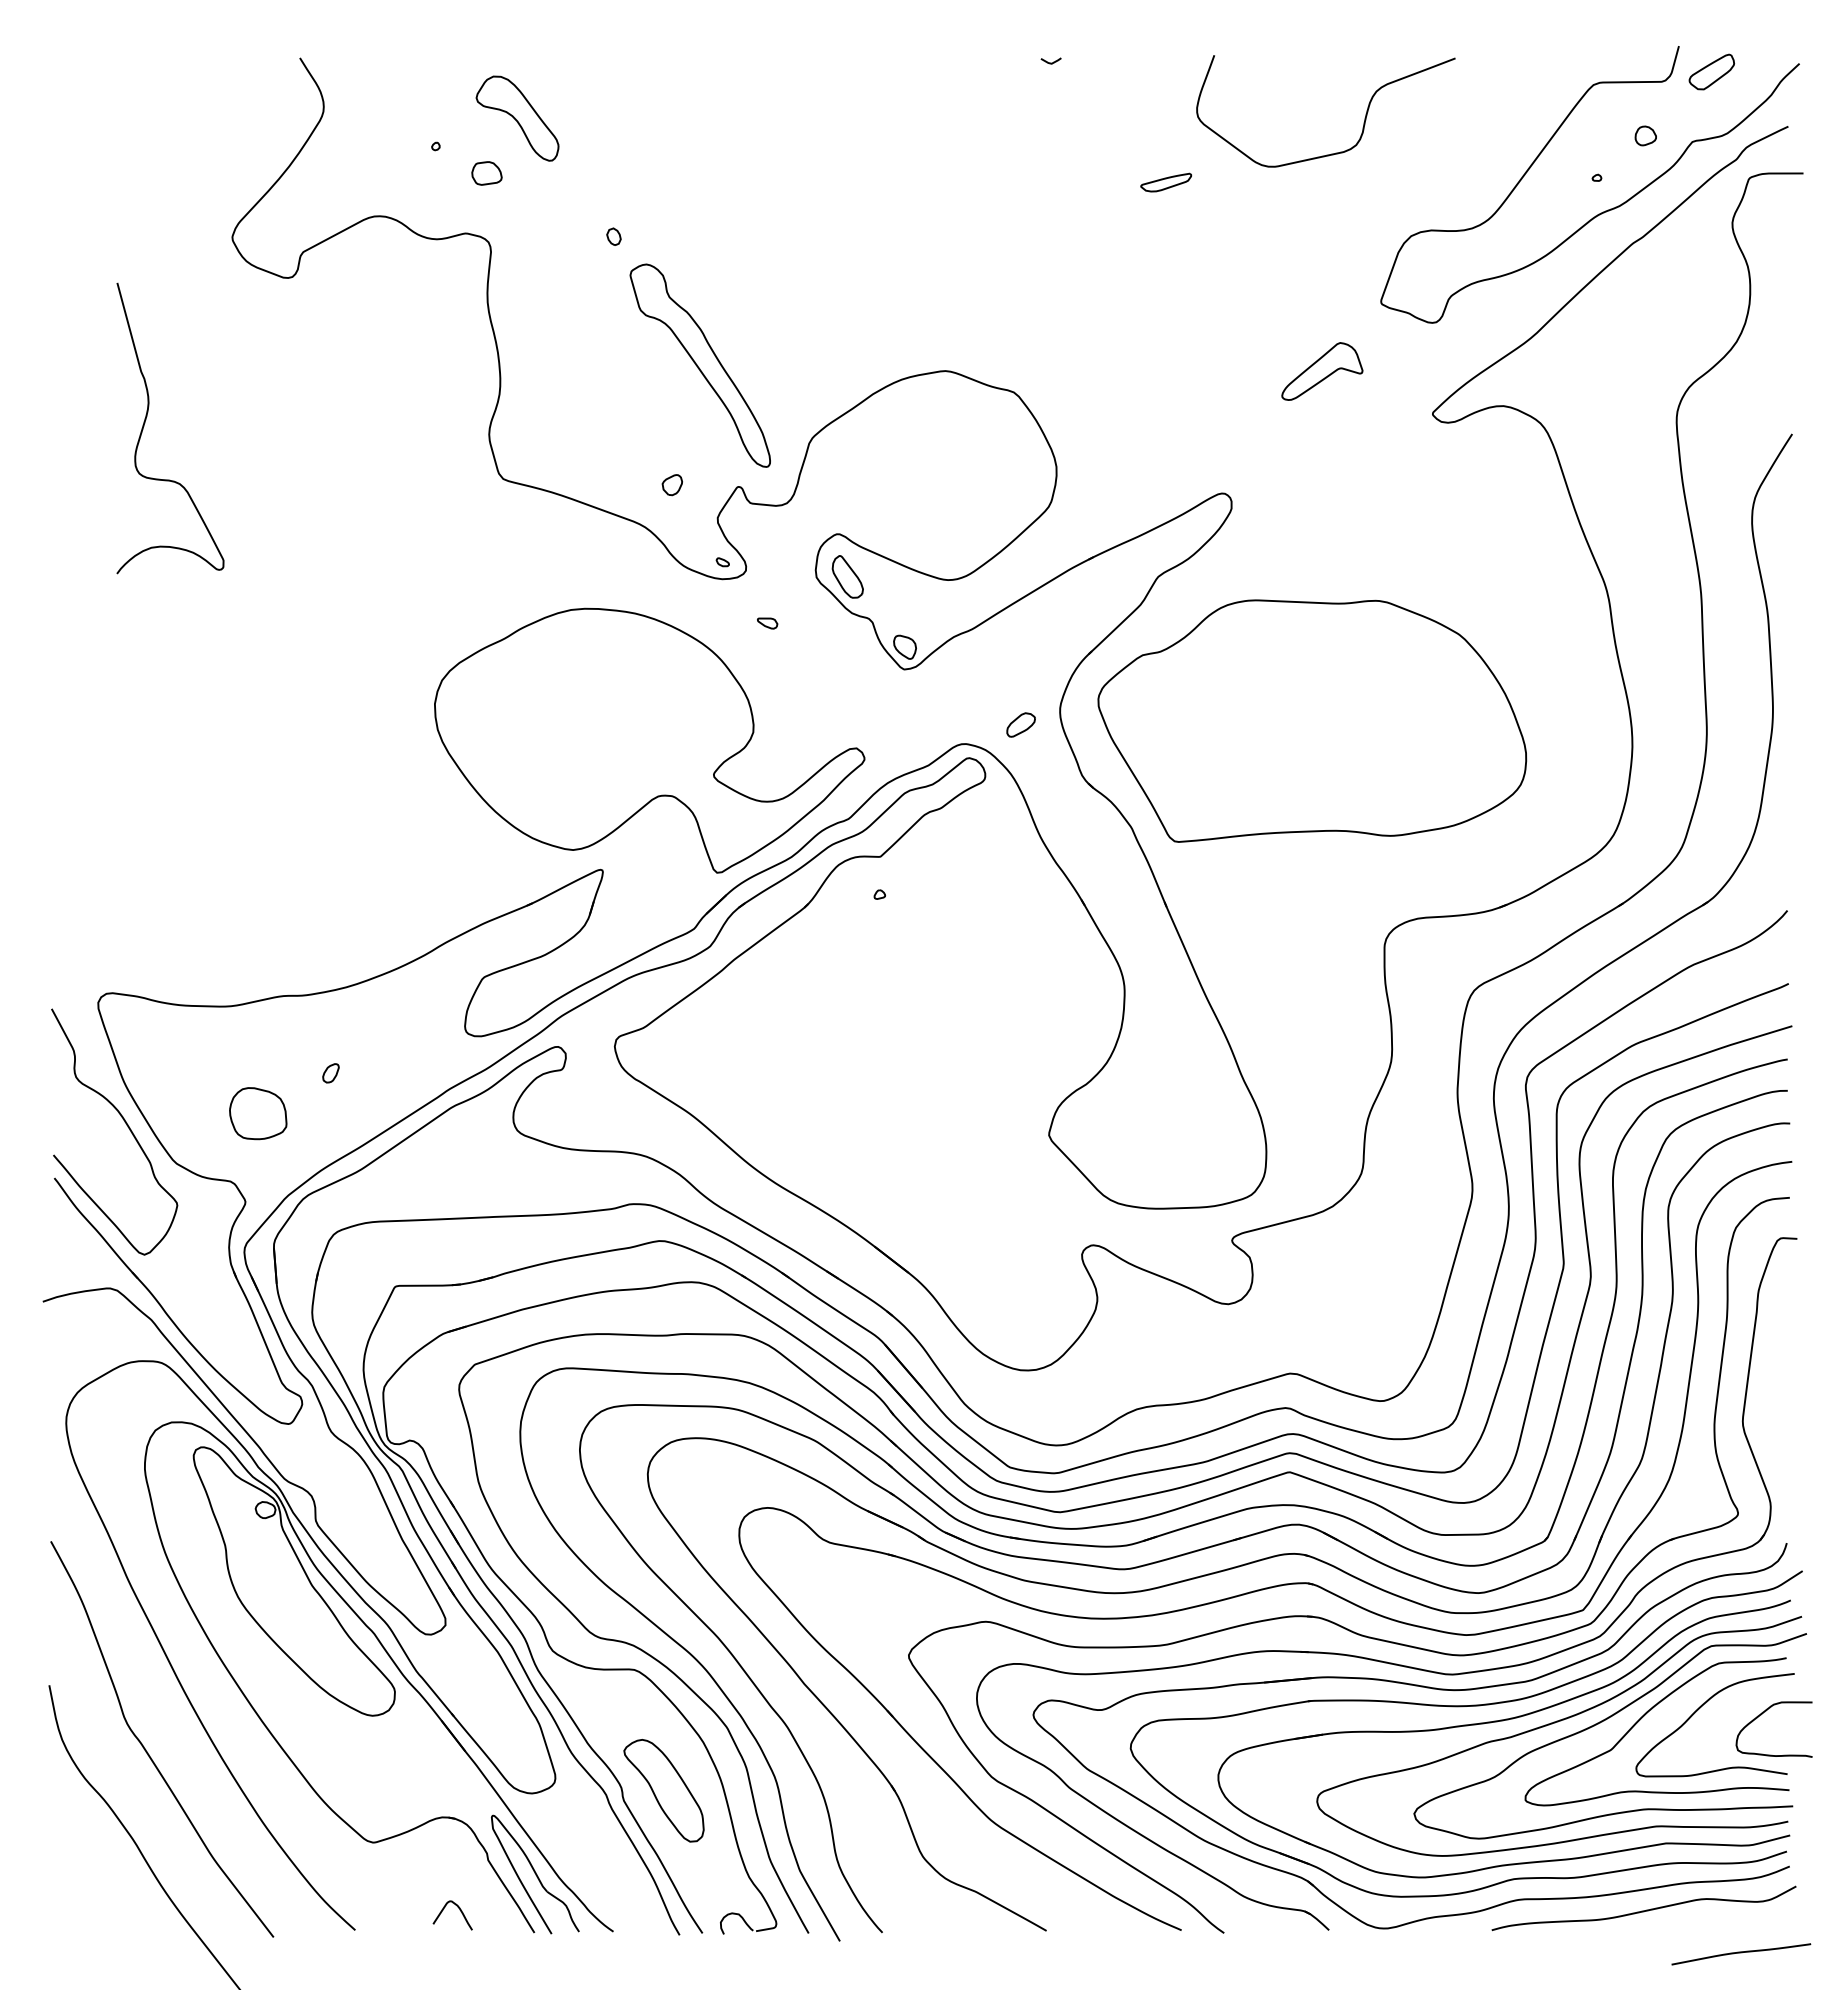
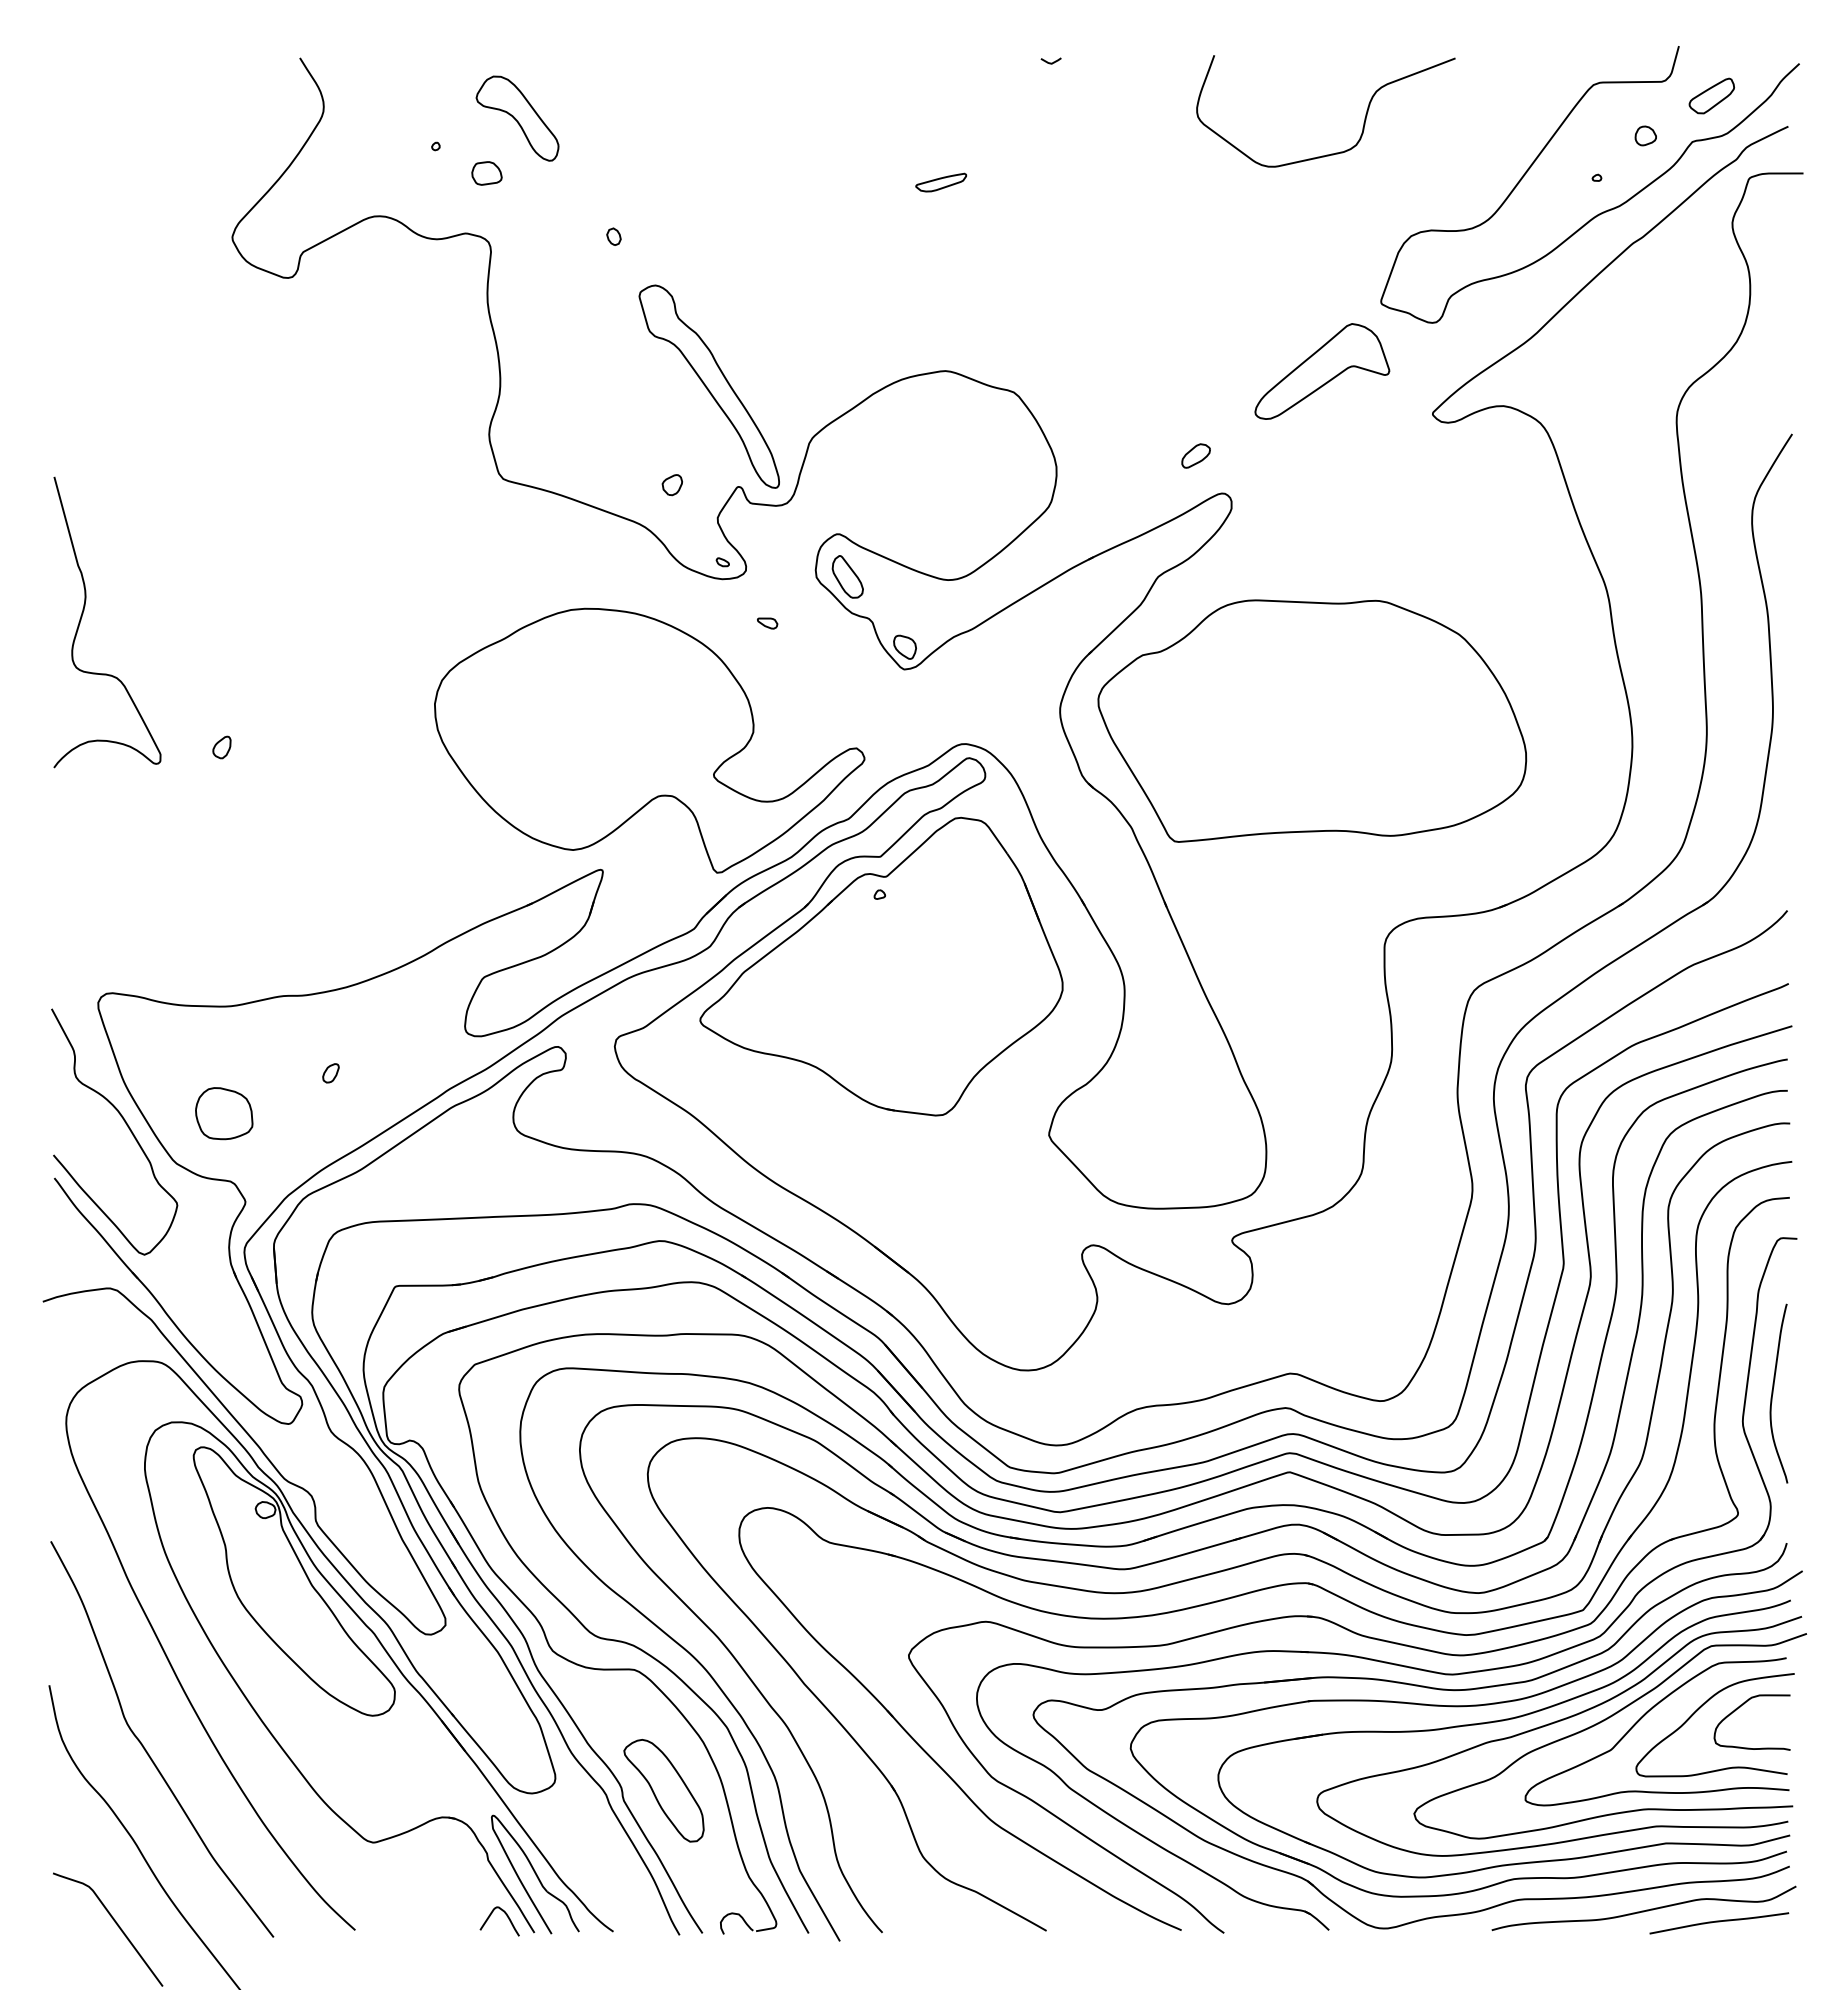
part at (1711, 71) position: (1711, 71) -> (1711, 95)
part at (1166, 182) position: (1166, 182) -> (941, 182)
part at (699, 365) position: (699, 365) -> (708, 386)
part at (1322, 371) size: 83x59 px -> 137x97 px
curve at (146, 420) position: (146, 420) -> (83, 614)
part at (1020, 724) position: (1020, 724) -> (1195, 455)
part at (221, 747): none -> present
part at (881, 966): none -> present
part at (258, 1113) position: (258, 1113) -> (224, 1113)
curve at (1773, 1393): none -> present
curve at (1761, 1715) position: (1761, 1715) -> (1739, 1708)
curve at (459, 1910) position: (459, 1910) -> (506, 1916)
curve at (114, 1922): none -> present
curve at (1741, 1953) position: (1741, 1953) -> (1719, 1922)
